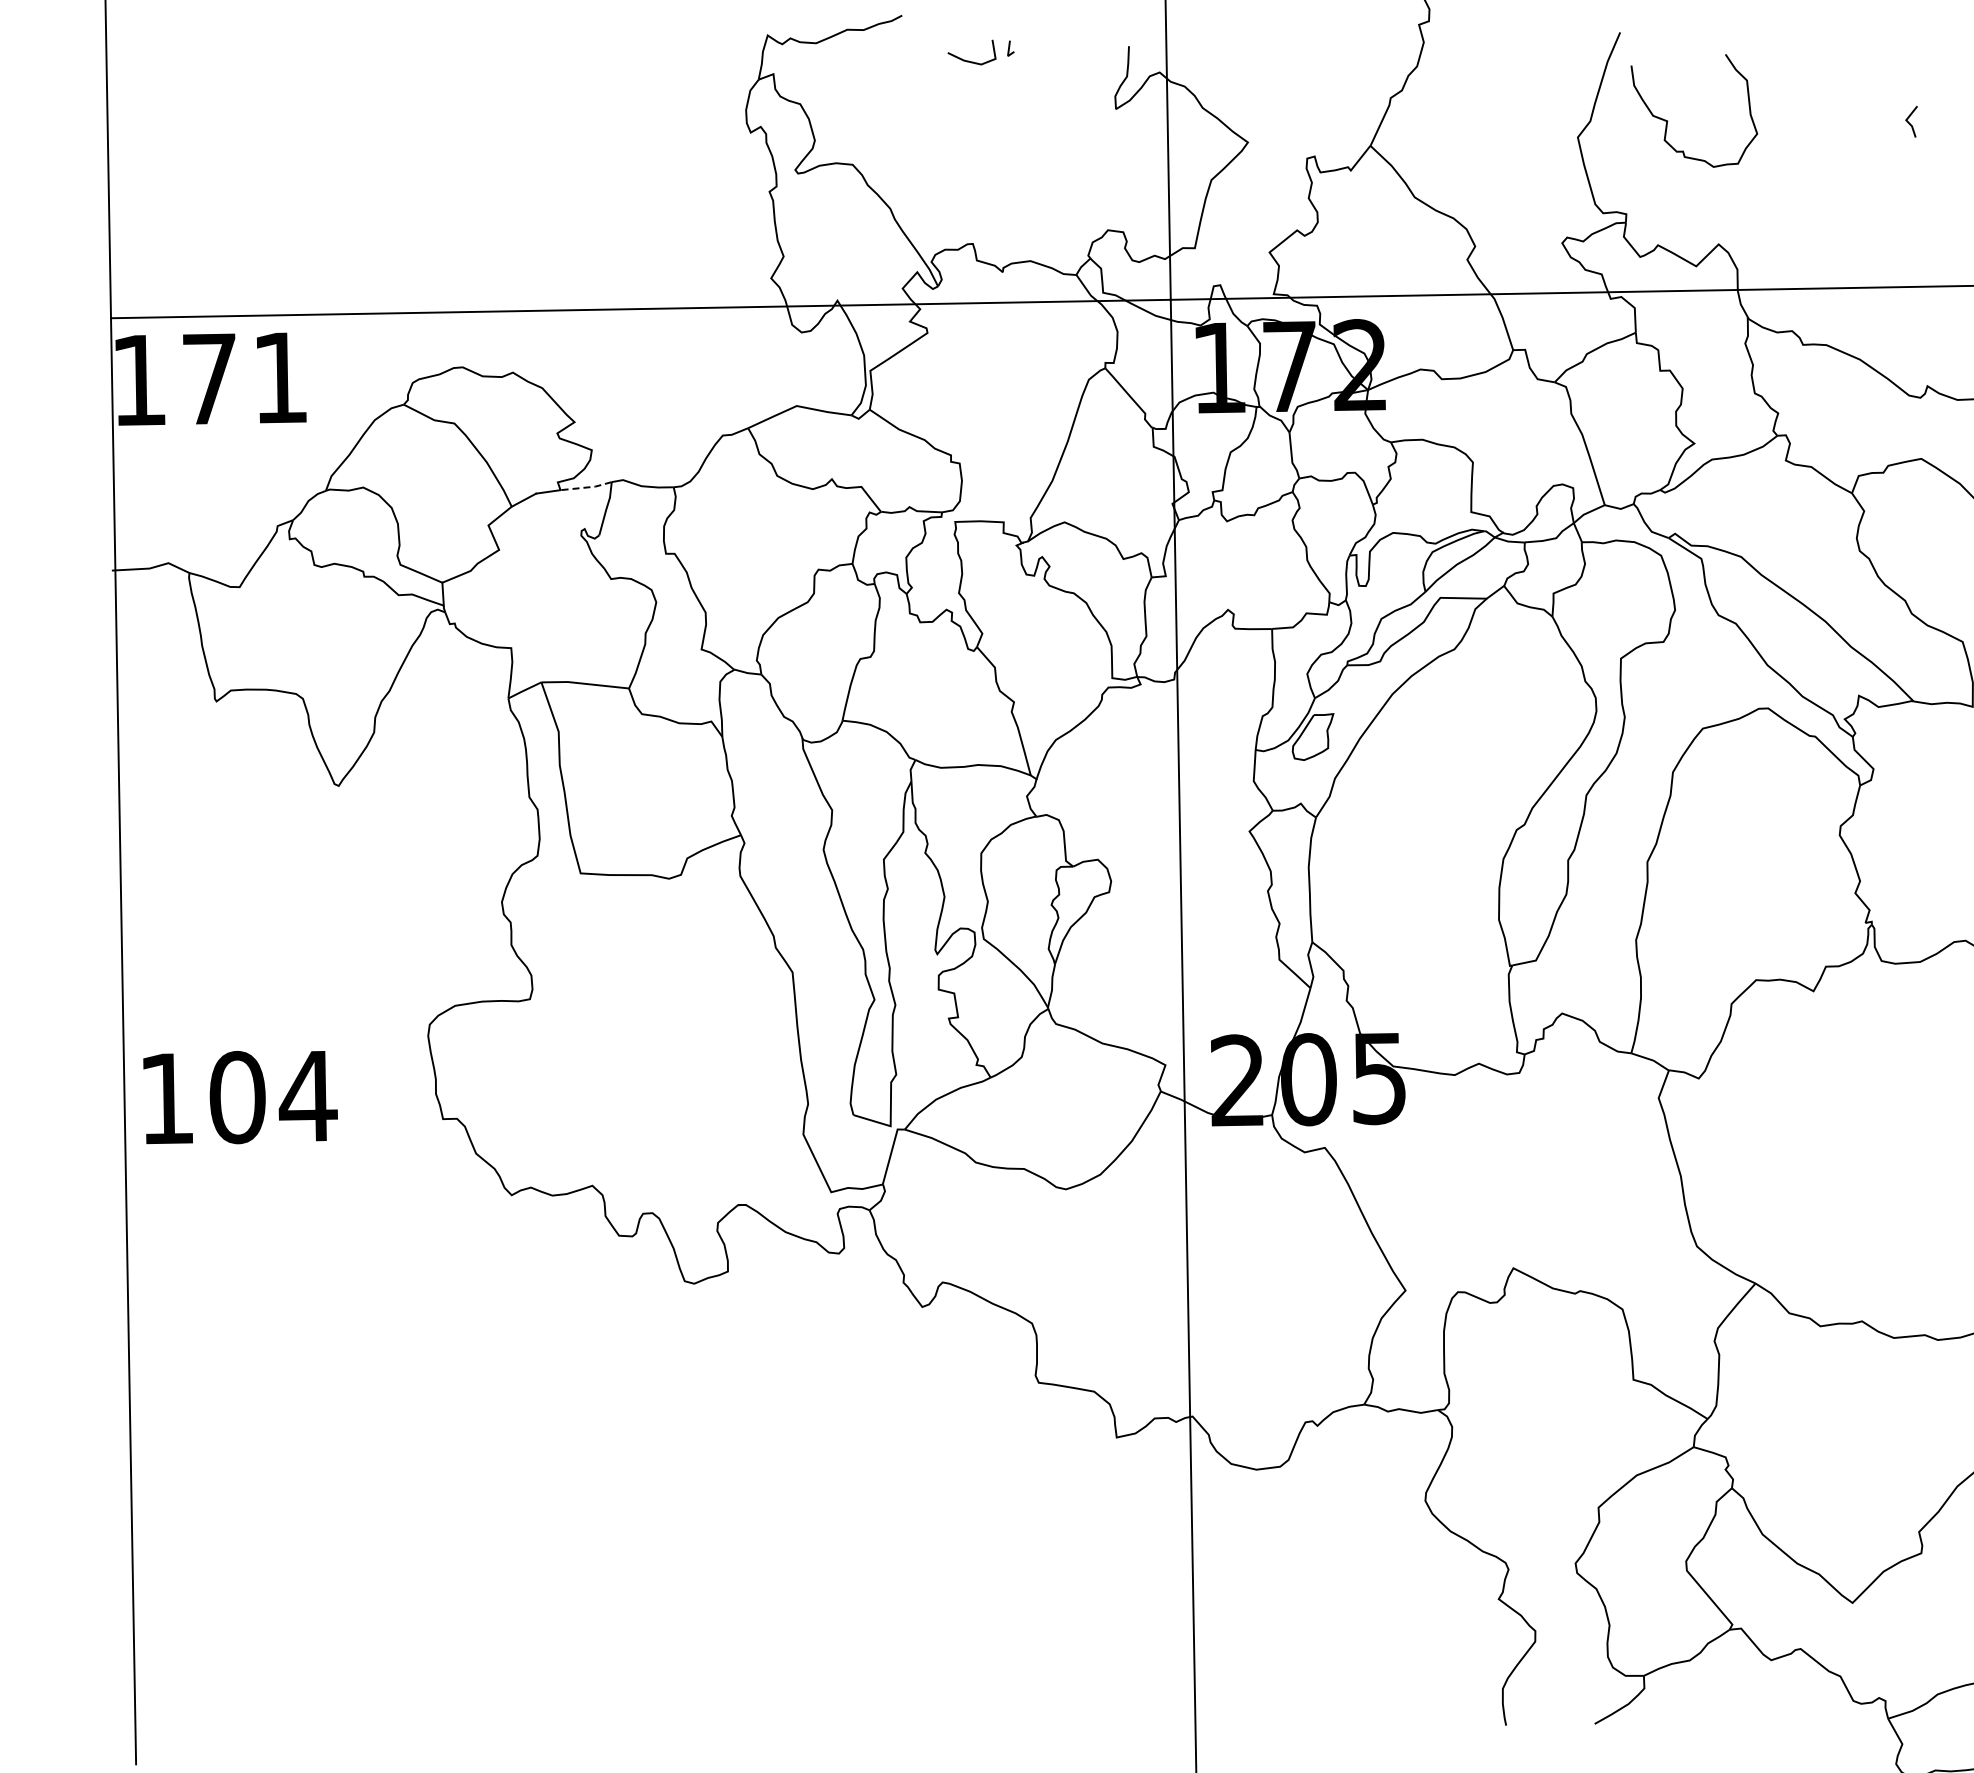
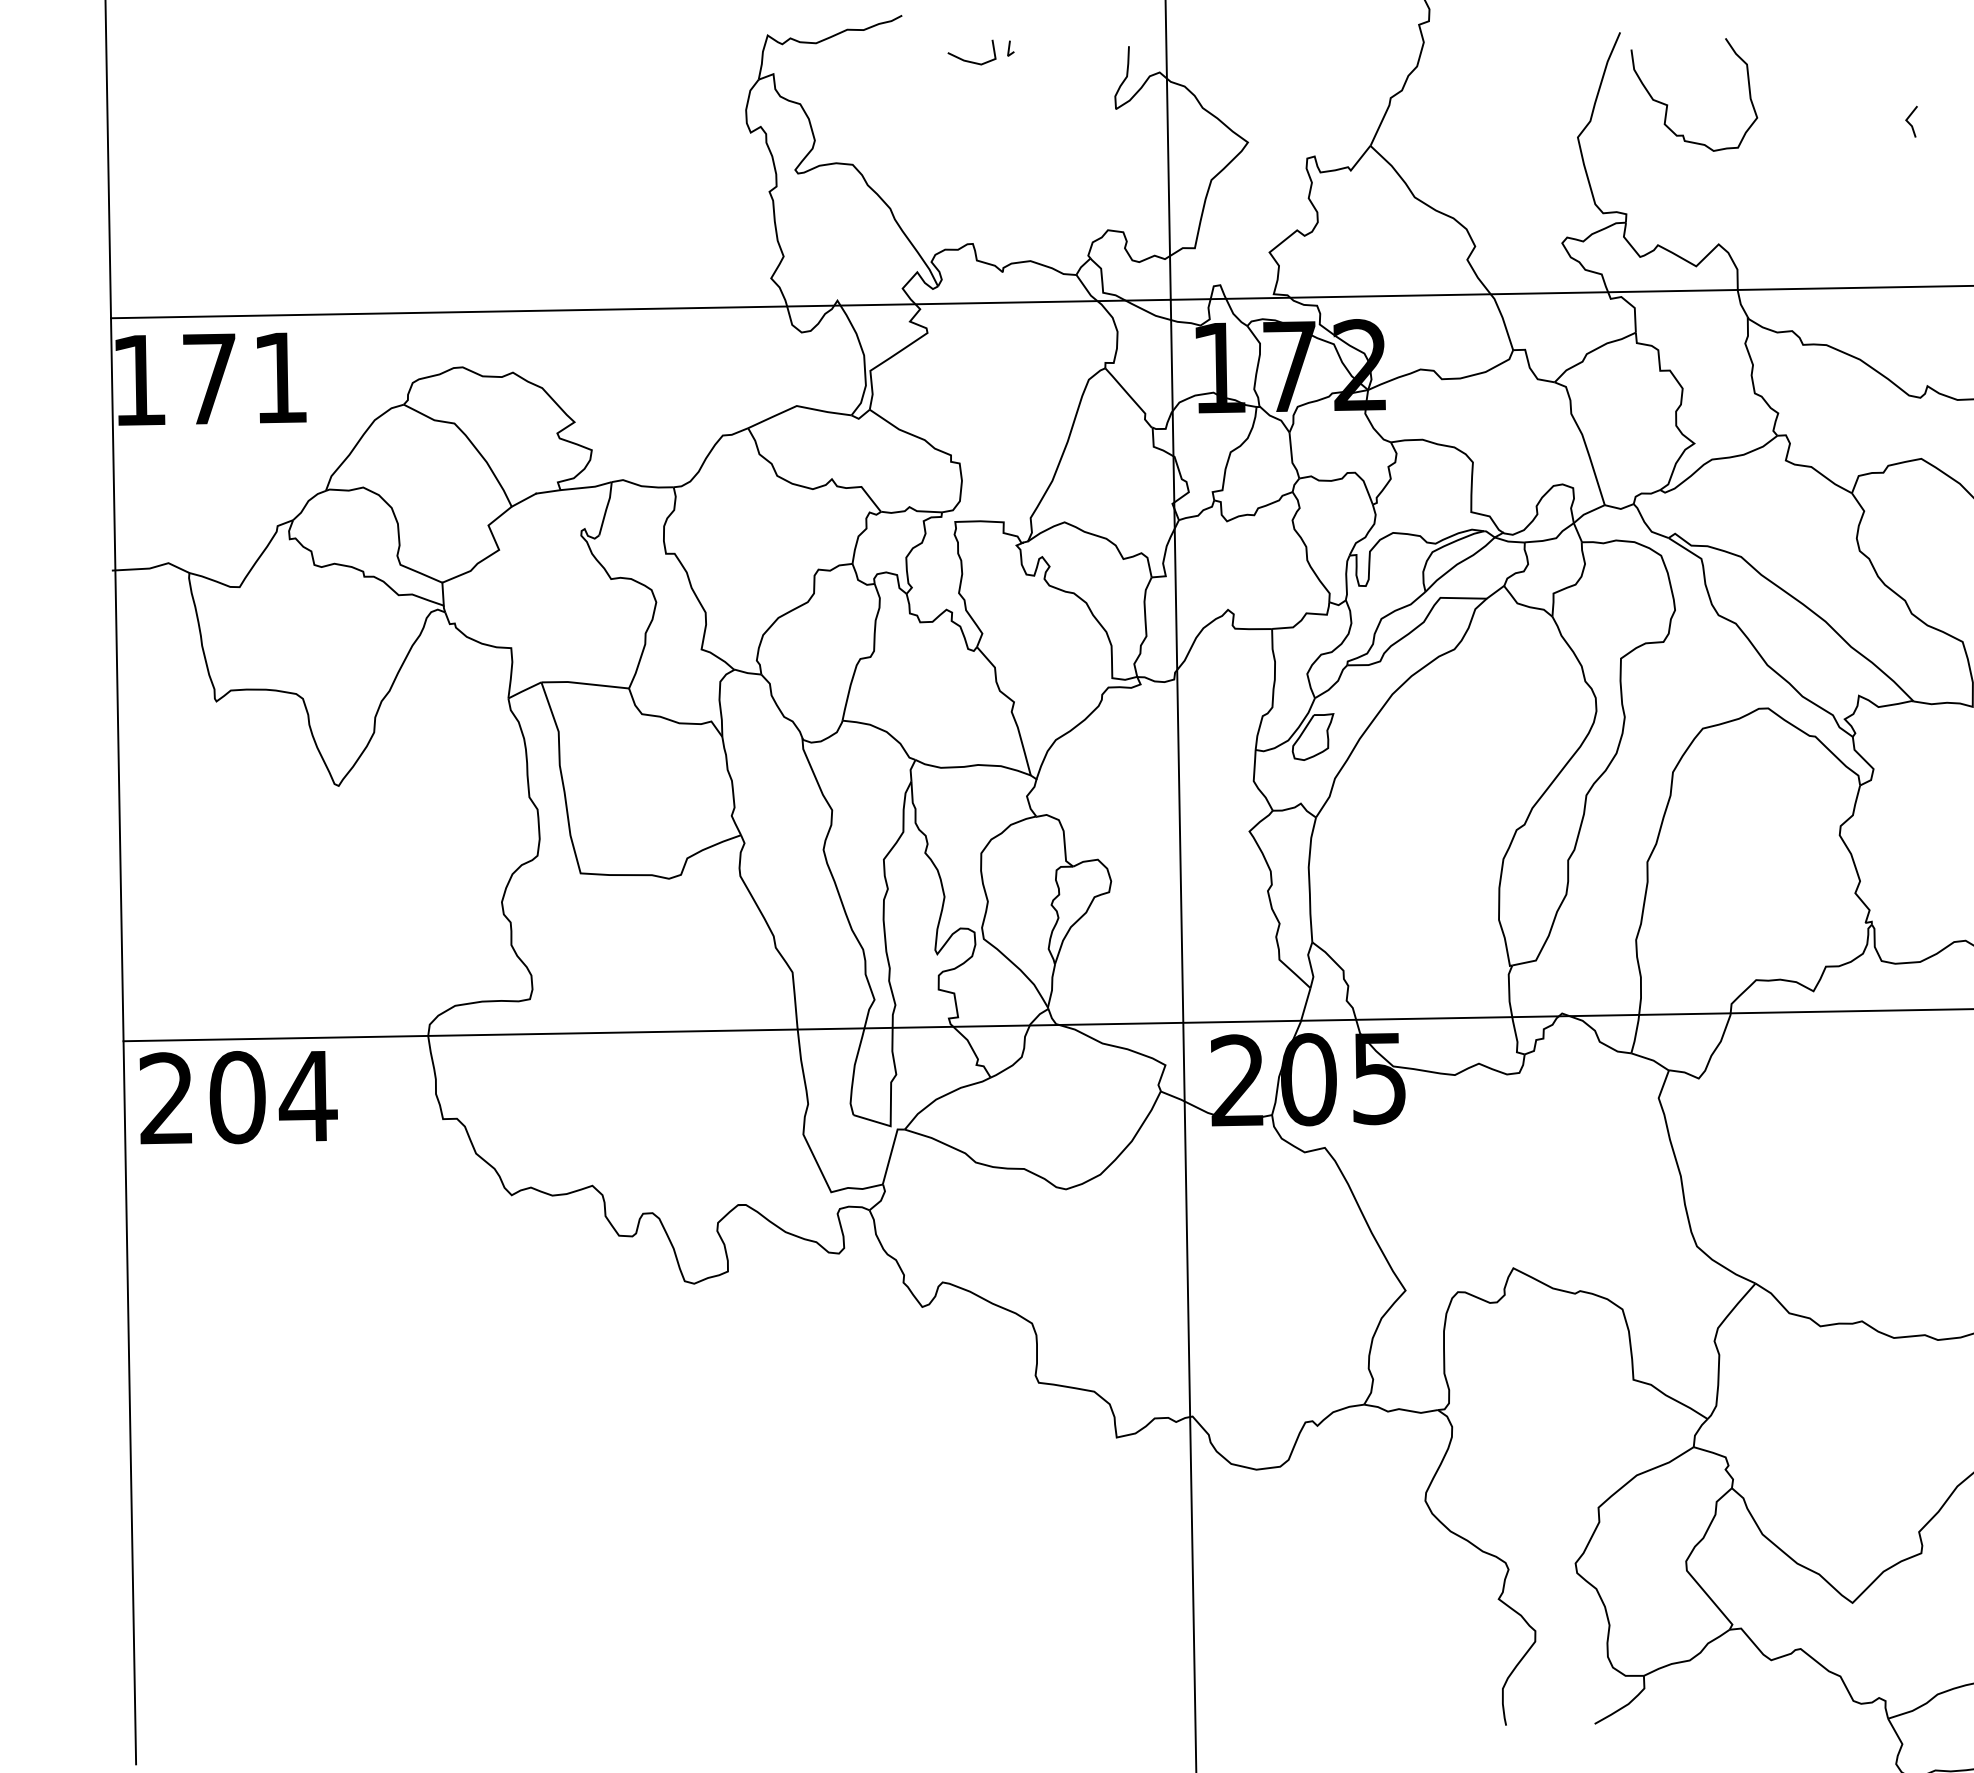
curve at (1668, 121) position: (1668, 121) -> (1668, 105)
line at (587, 487): dashed -> solid
line at (1046, 1025): none -> present
text at (165, 1098): 104 -> 204
